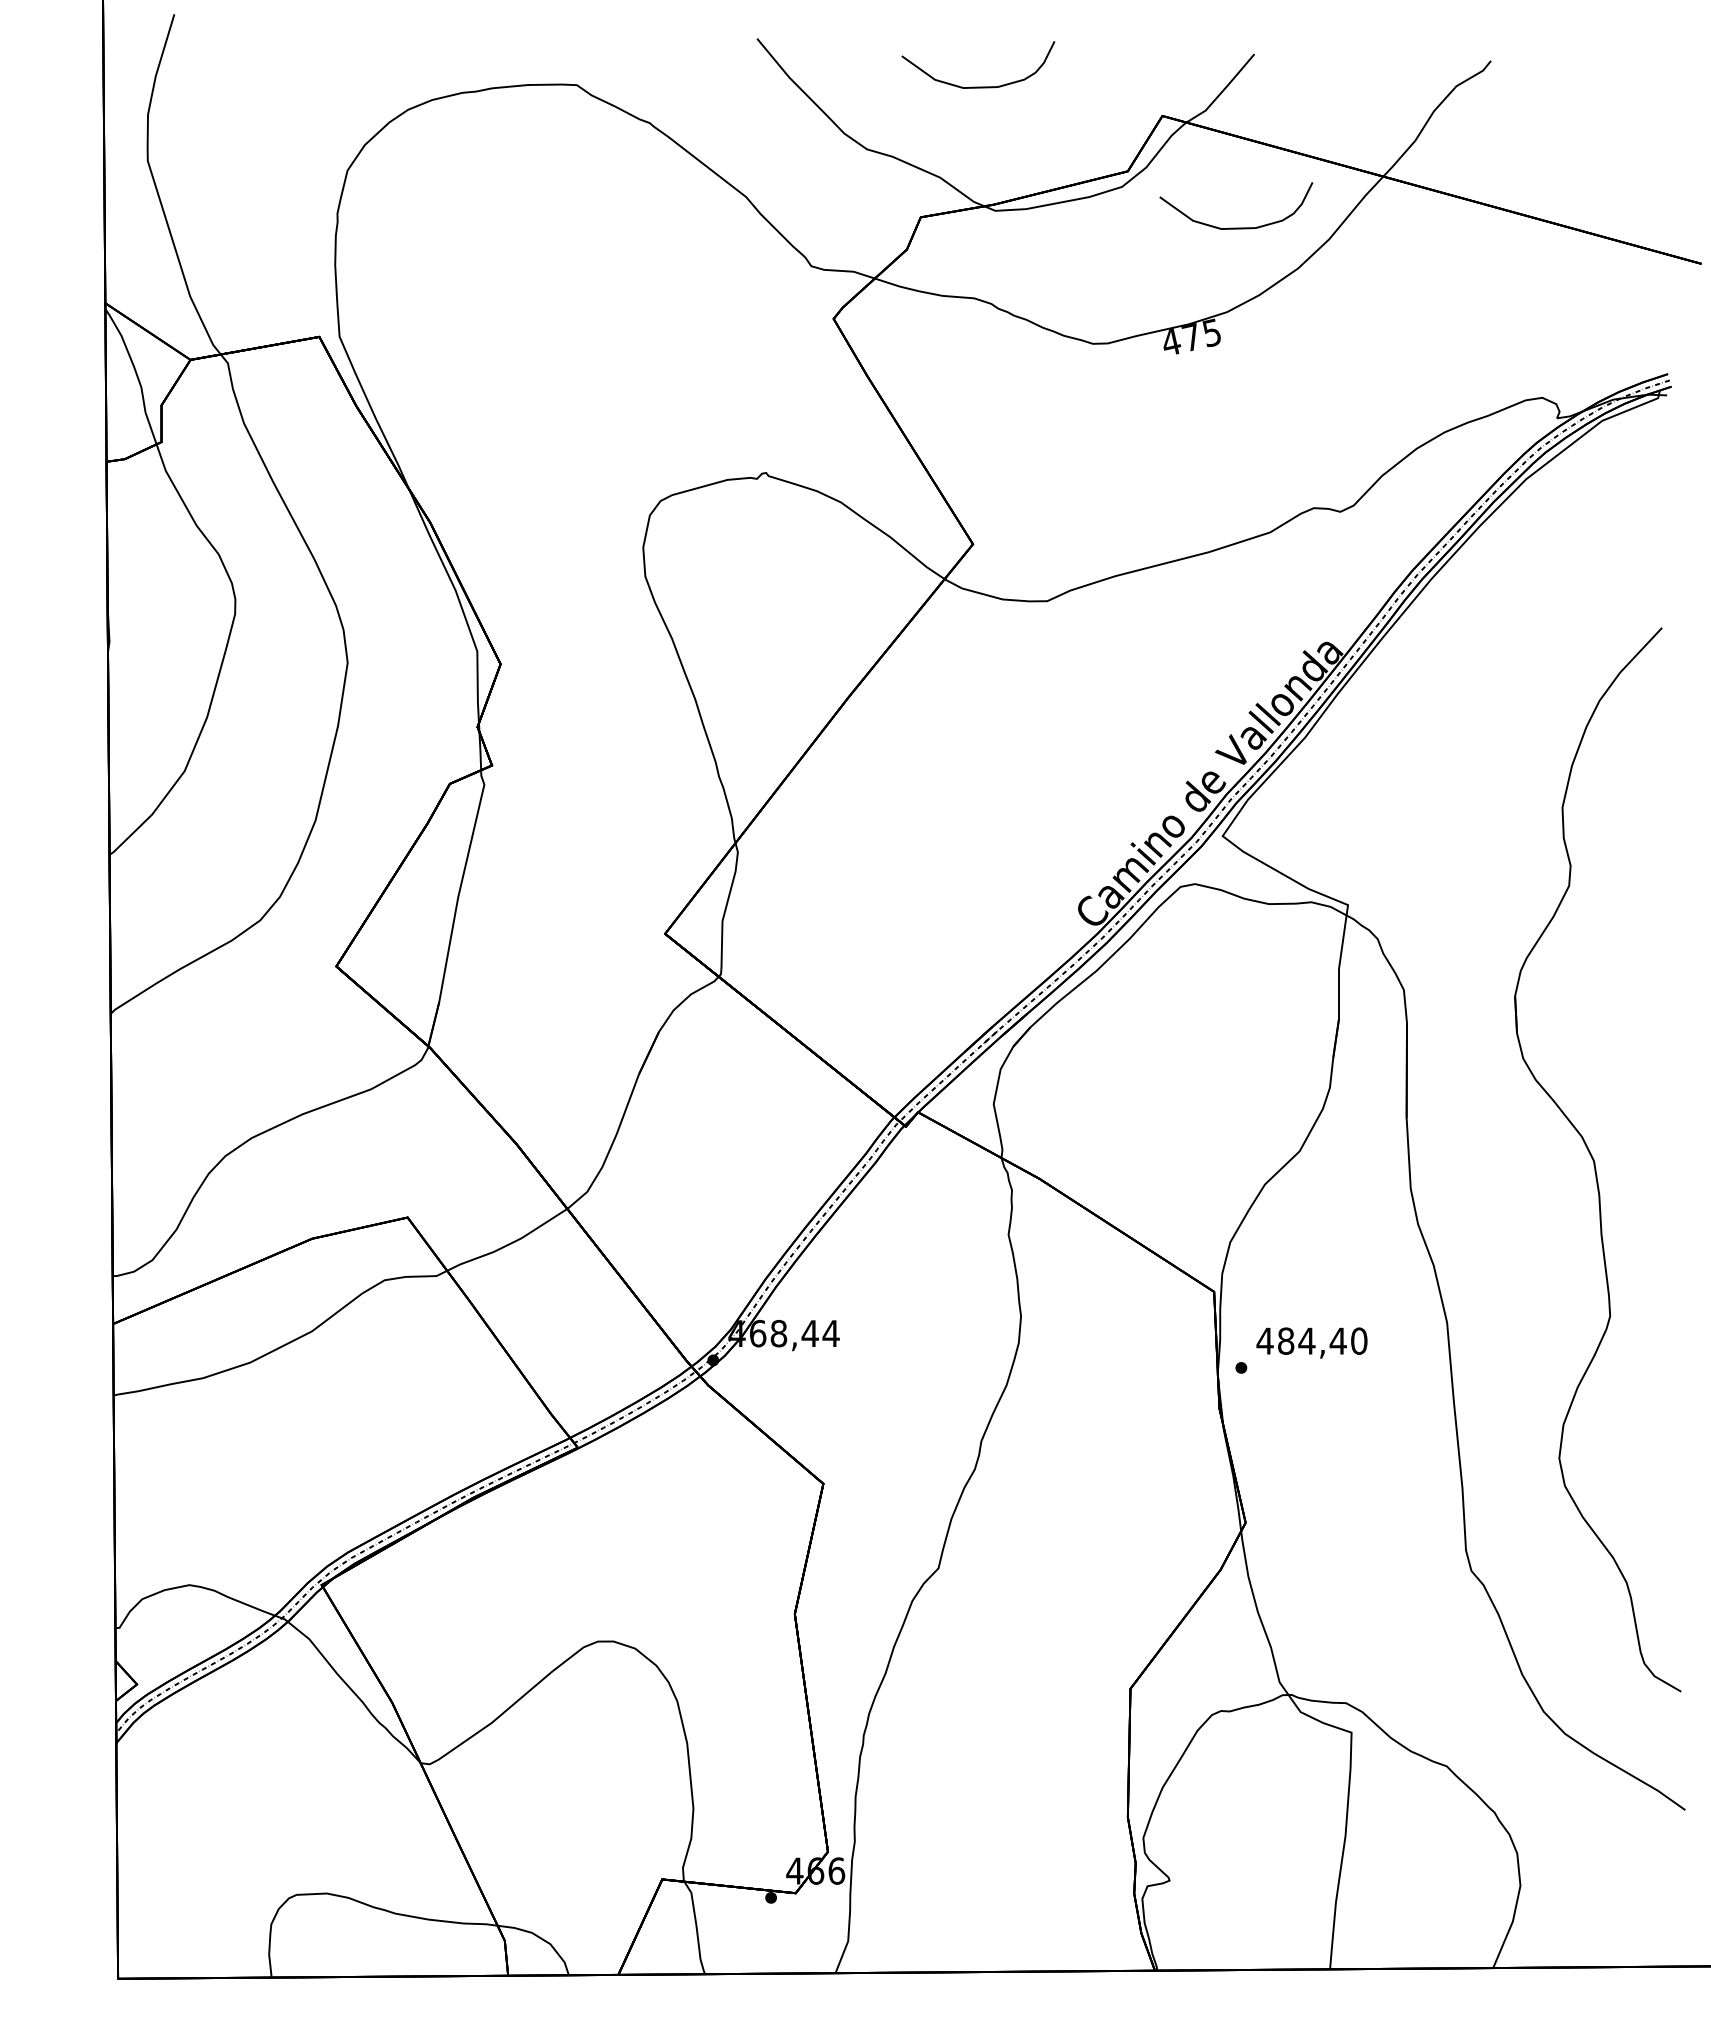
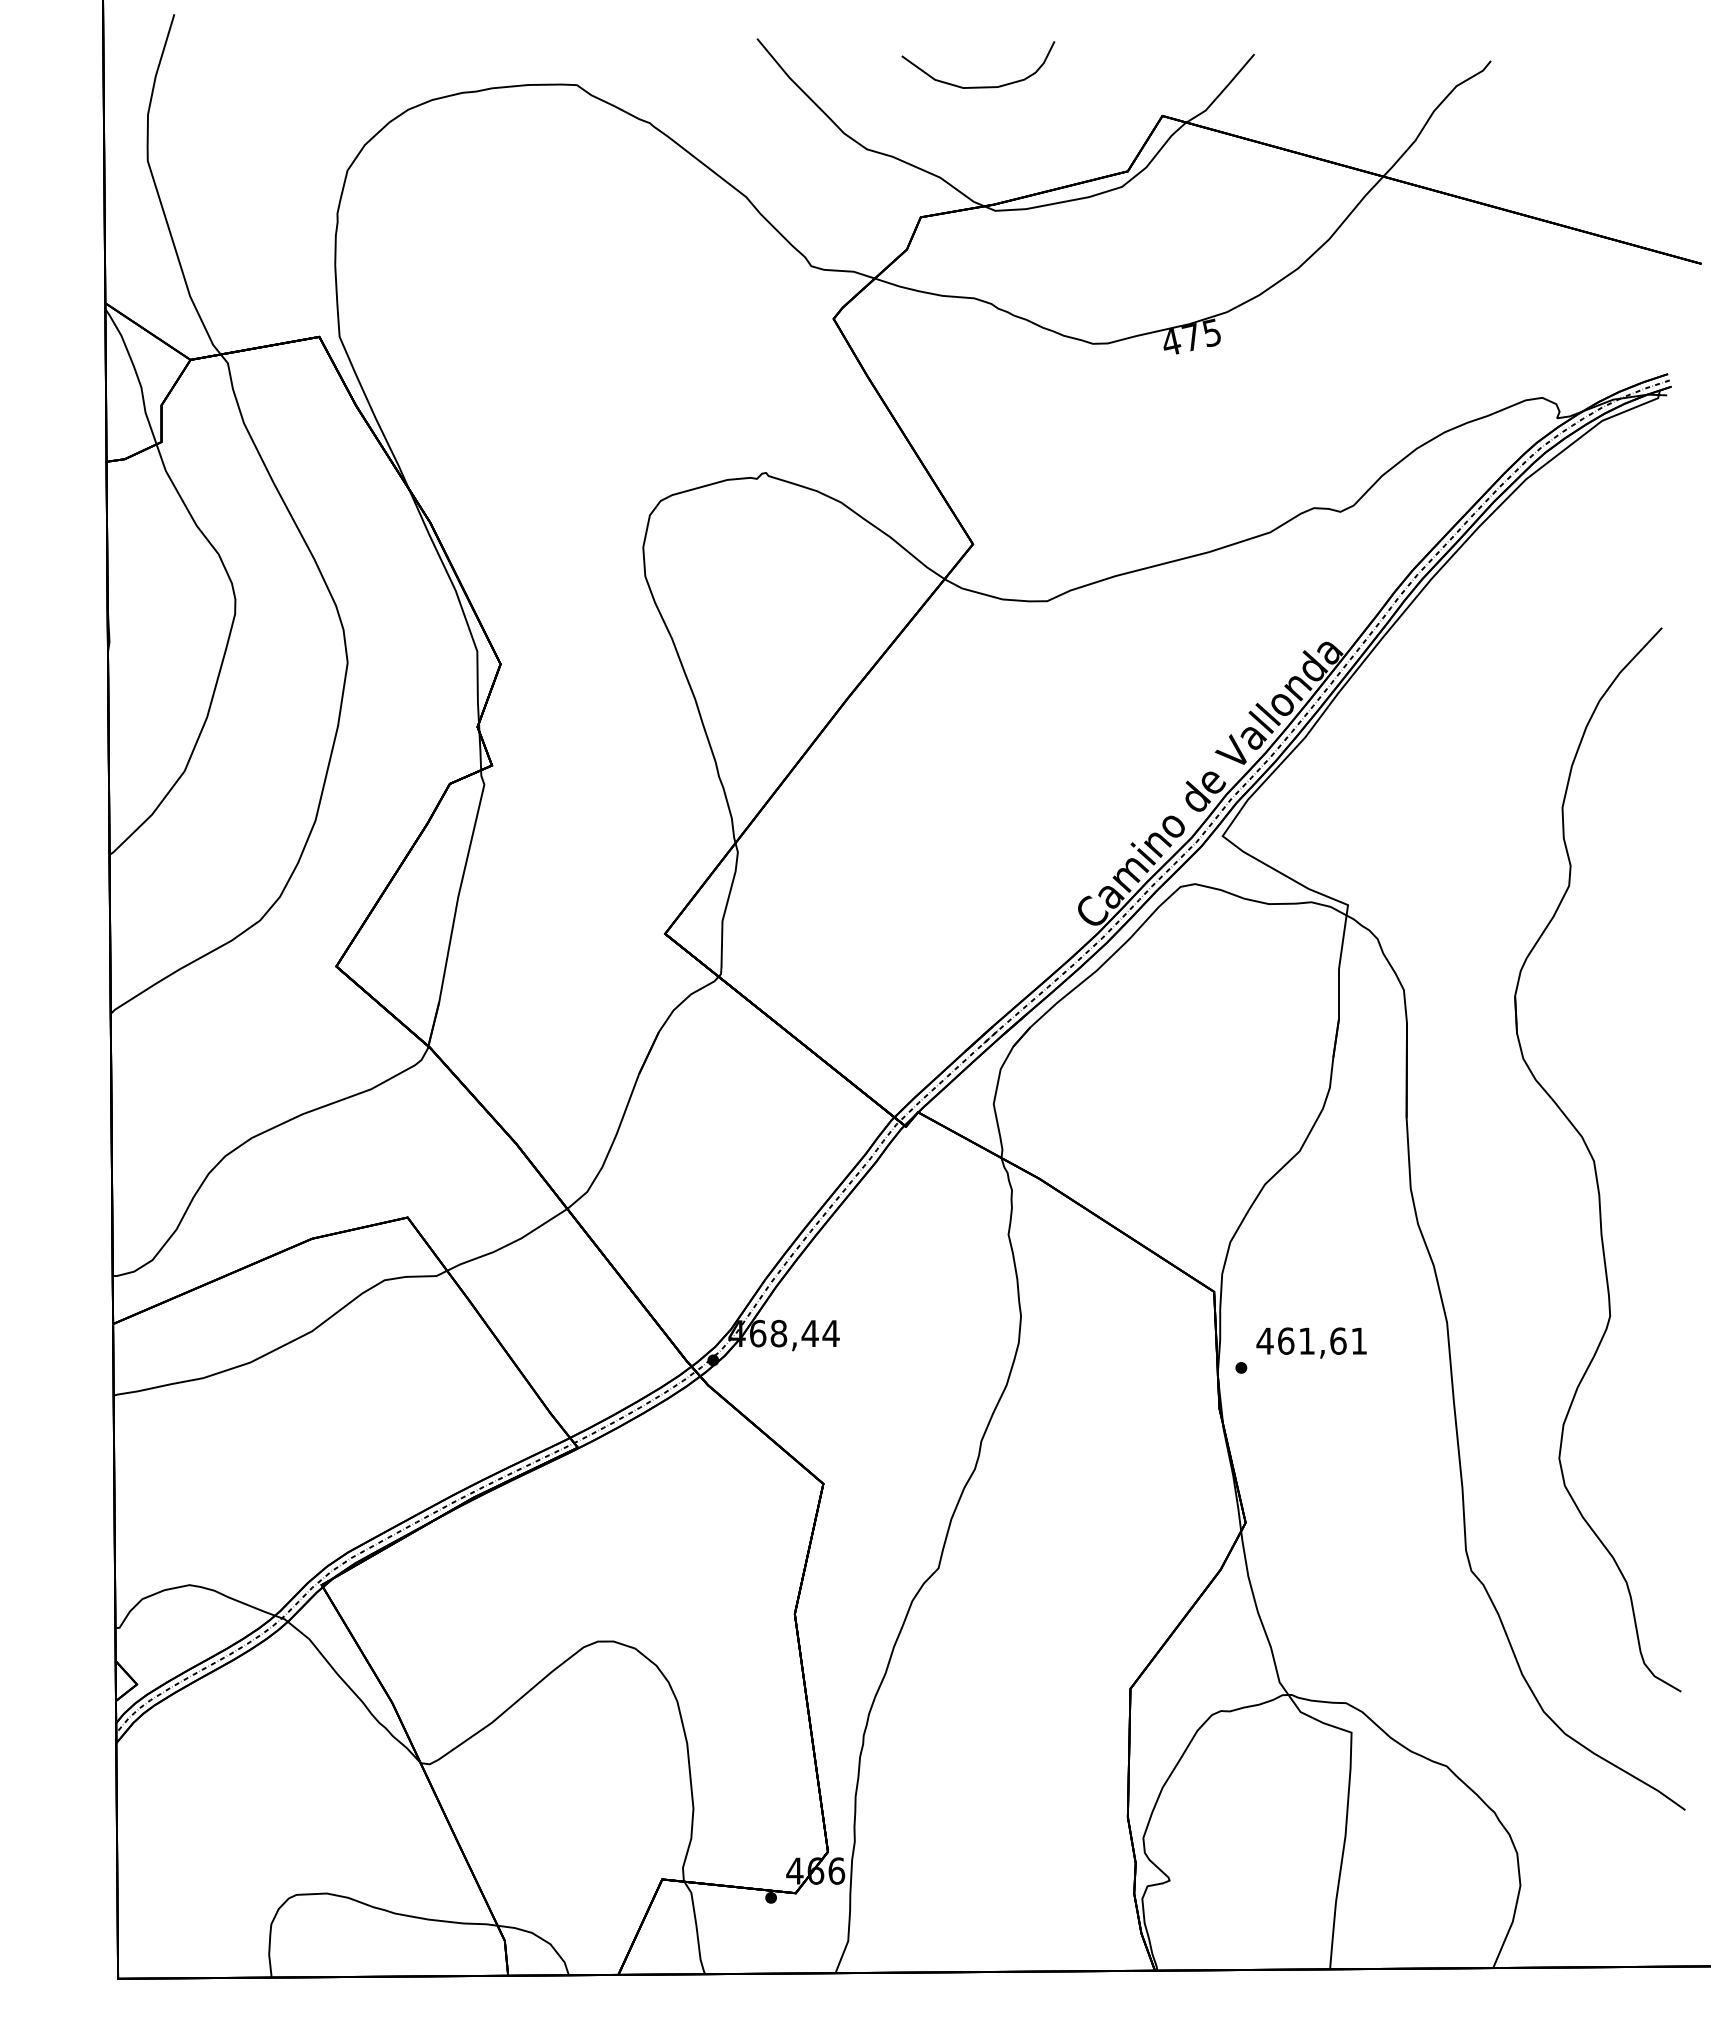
curve at (1236, 227): present -> none
text at (1322, 1340): 484,40 -> 461,61
